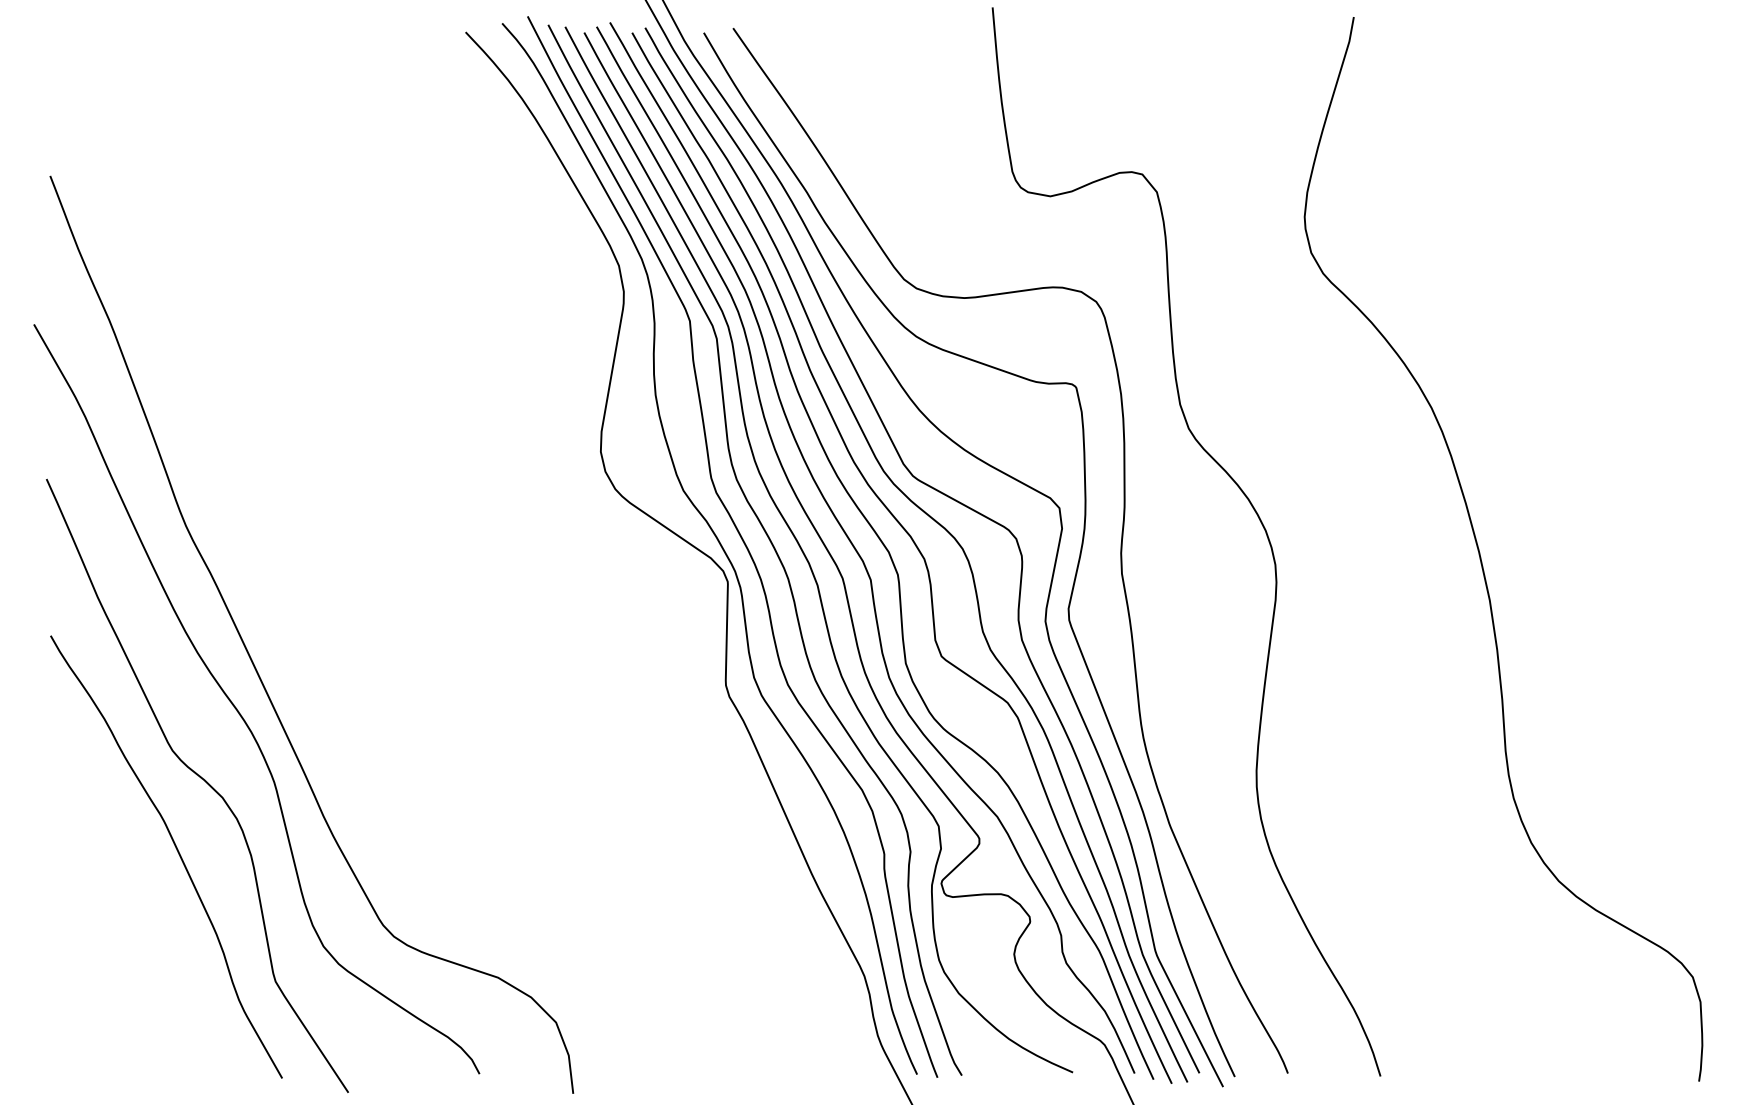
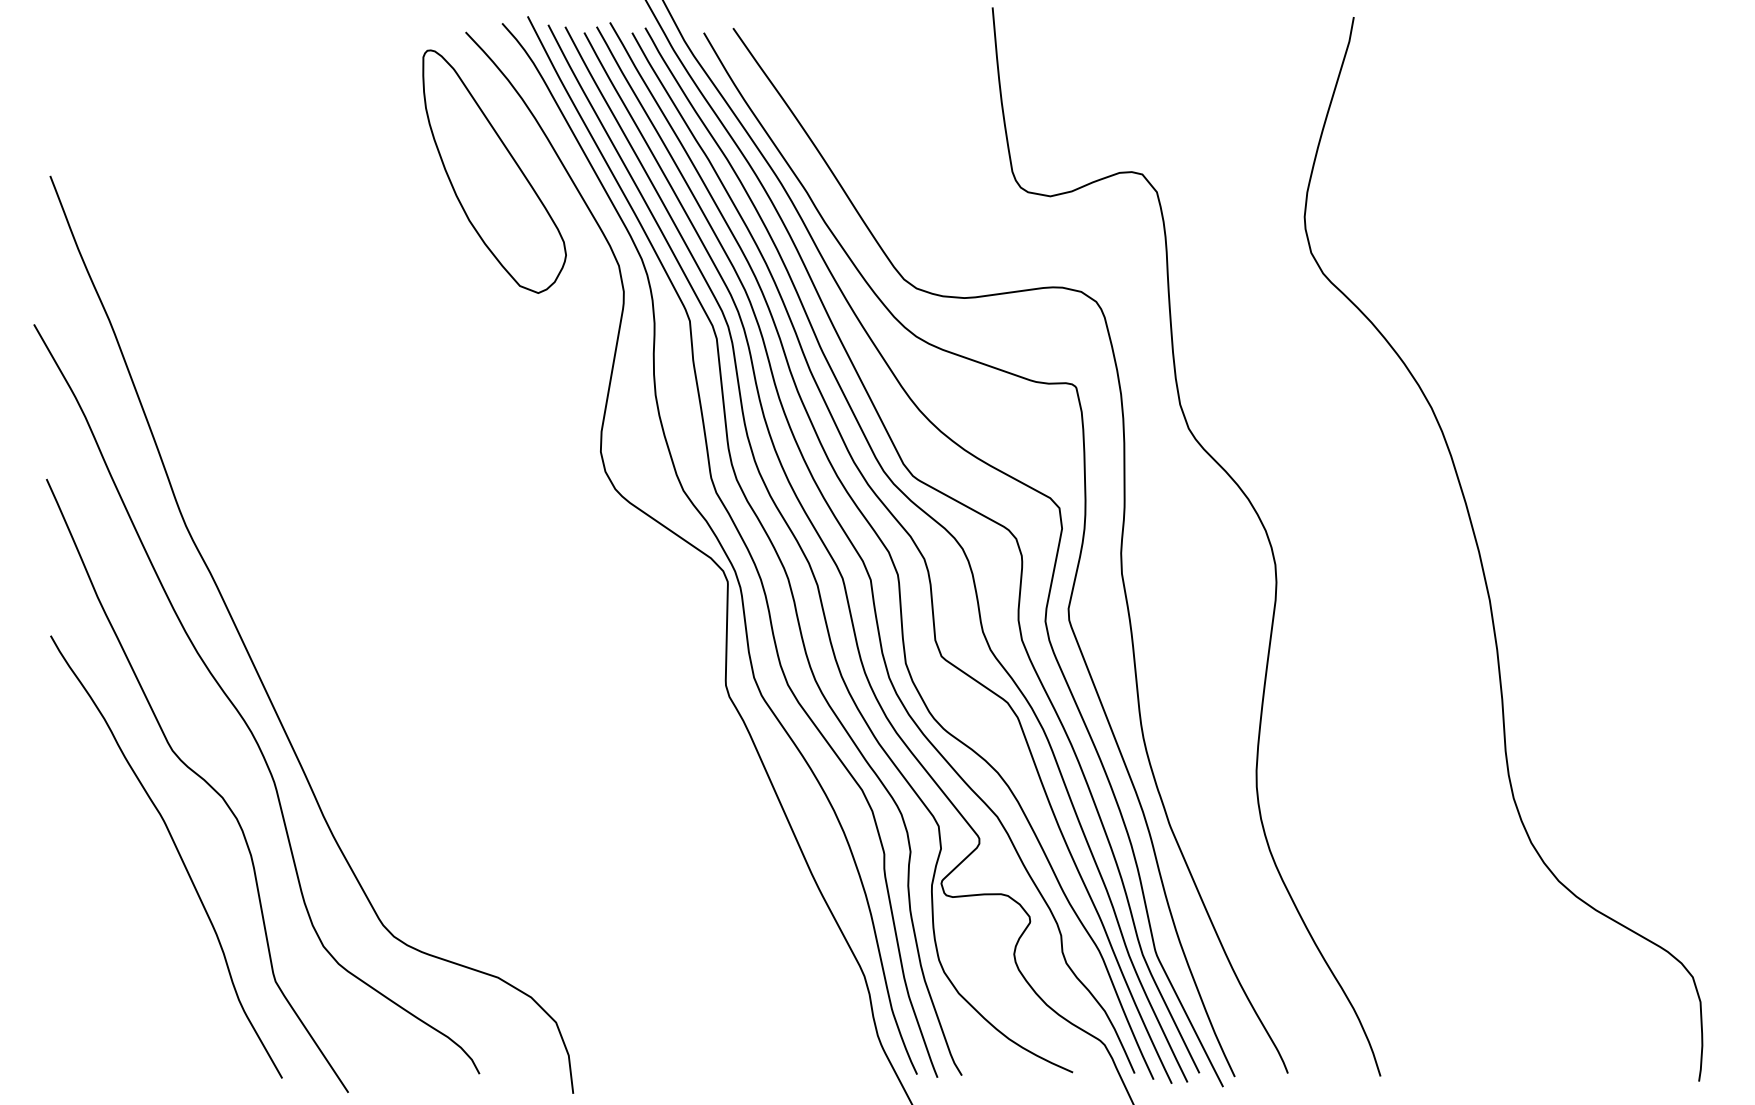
part at (494, 171): none -> present
